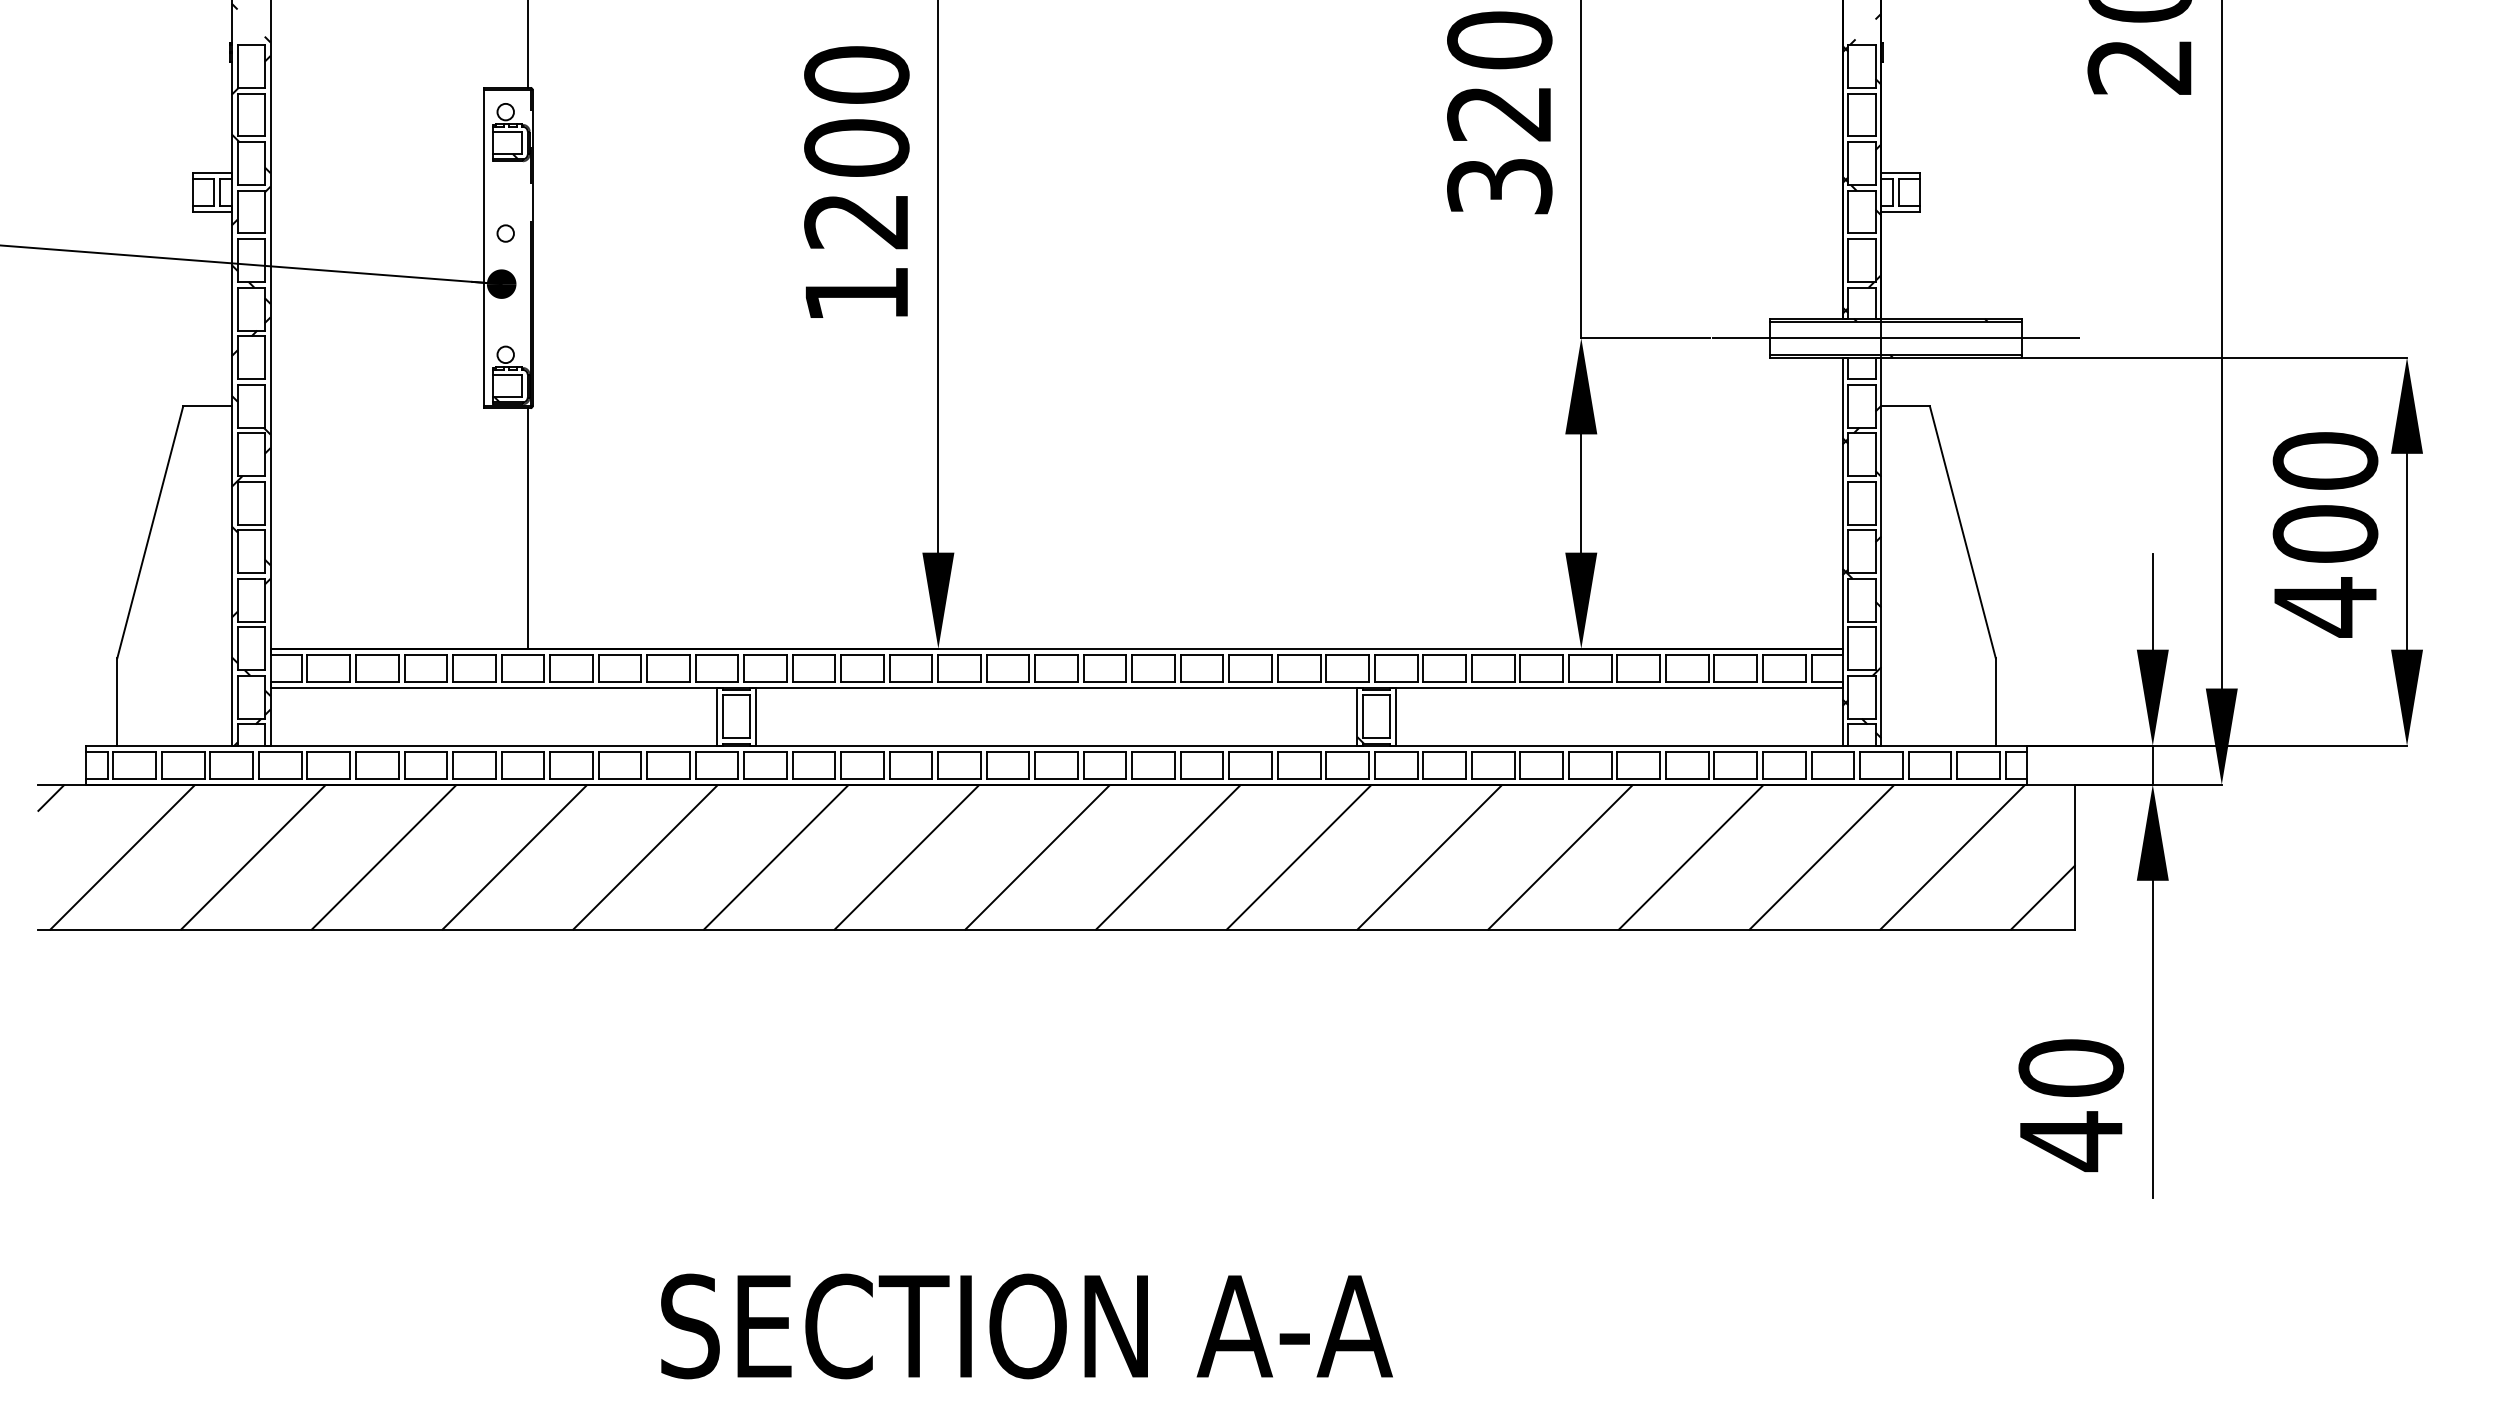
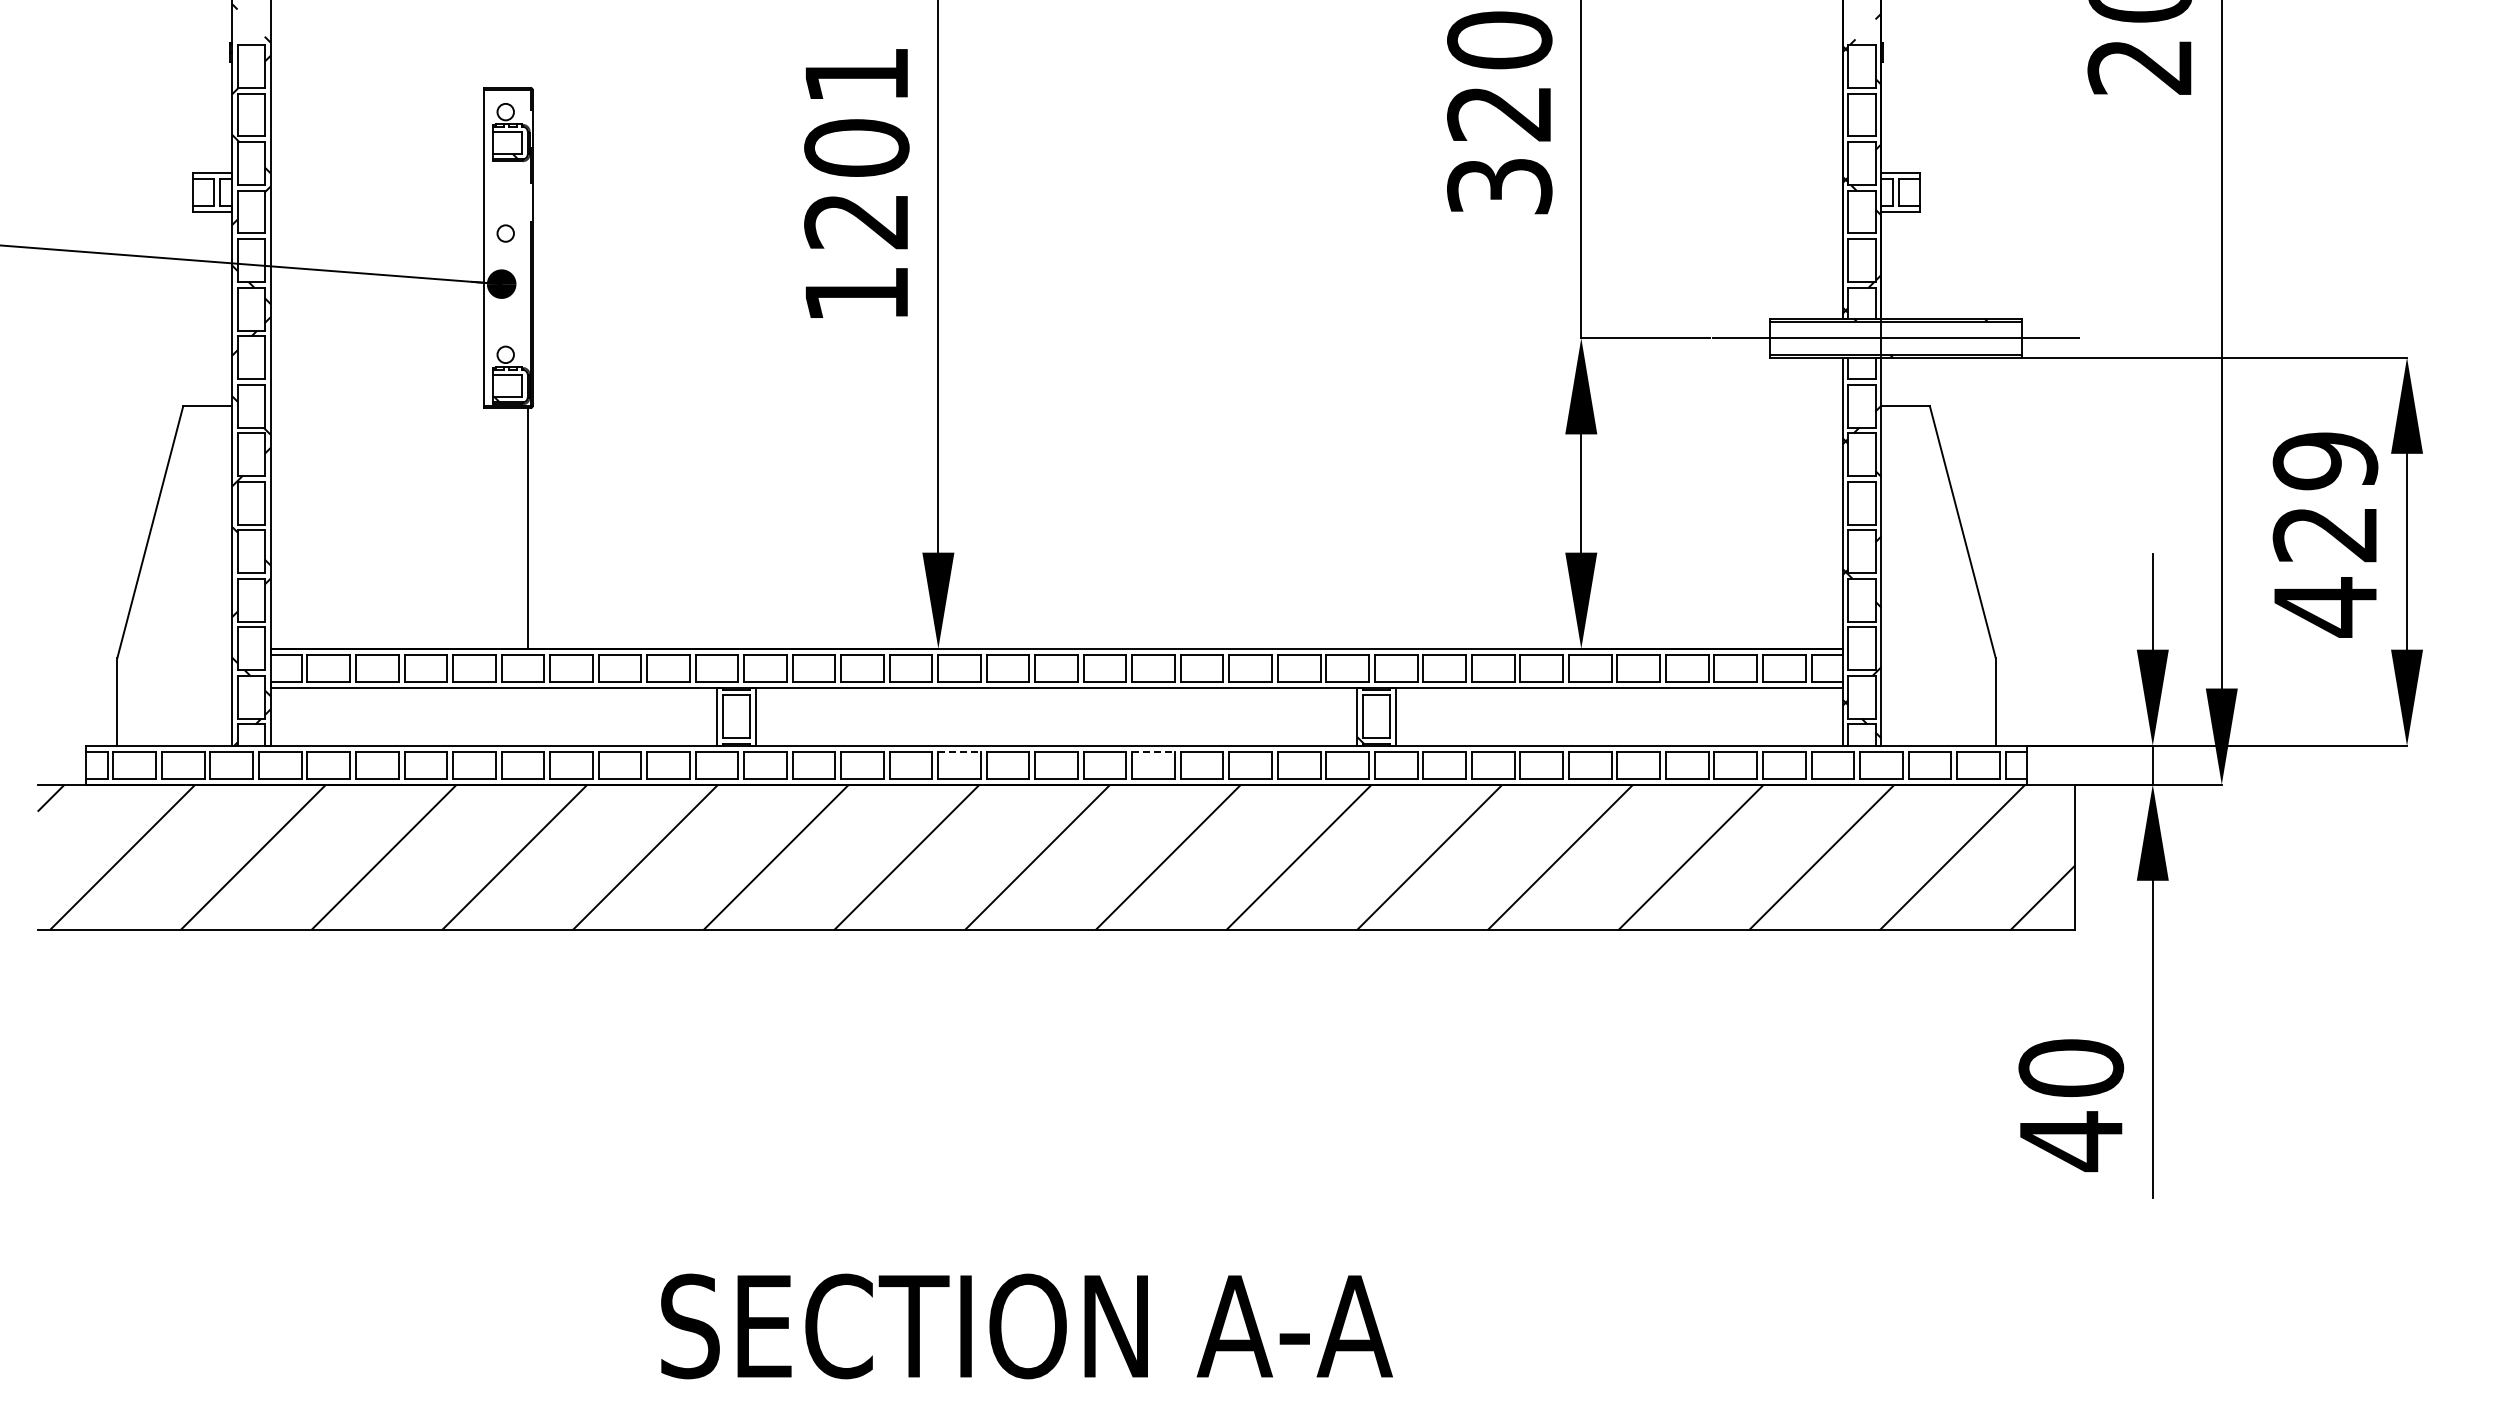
line at (527, 44): present -> none
text at (856, 74): 1200 -> 1201
text at (2325, 497): 400 -> 429
line at (960, 751): solid -> dashed
line at (1154, 751): solid -> dashed
